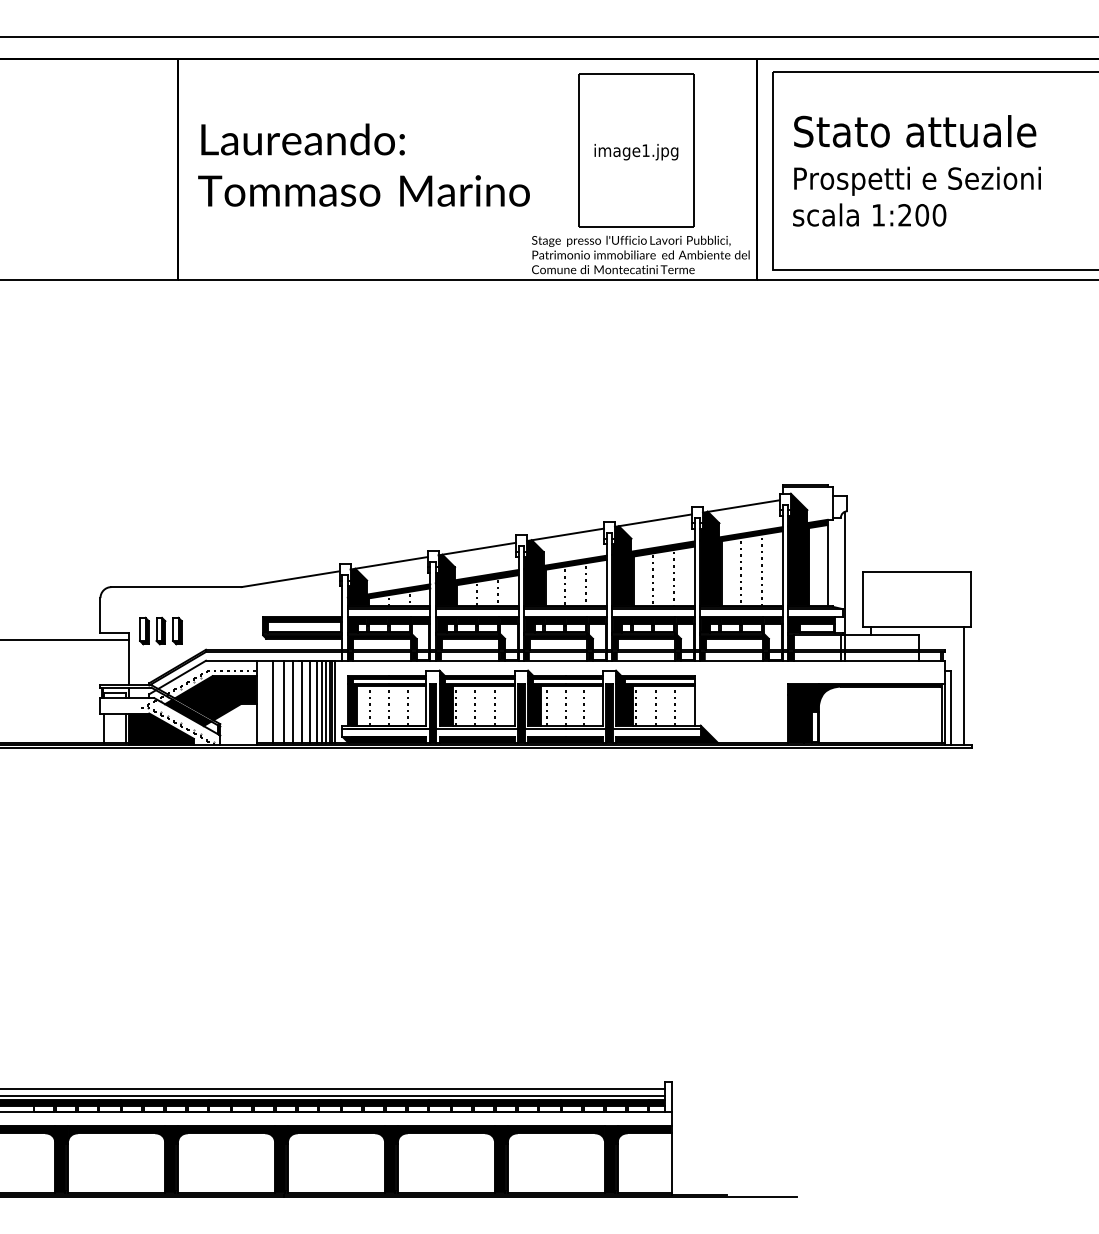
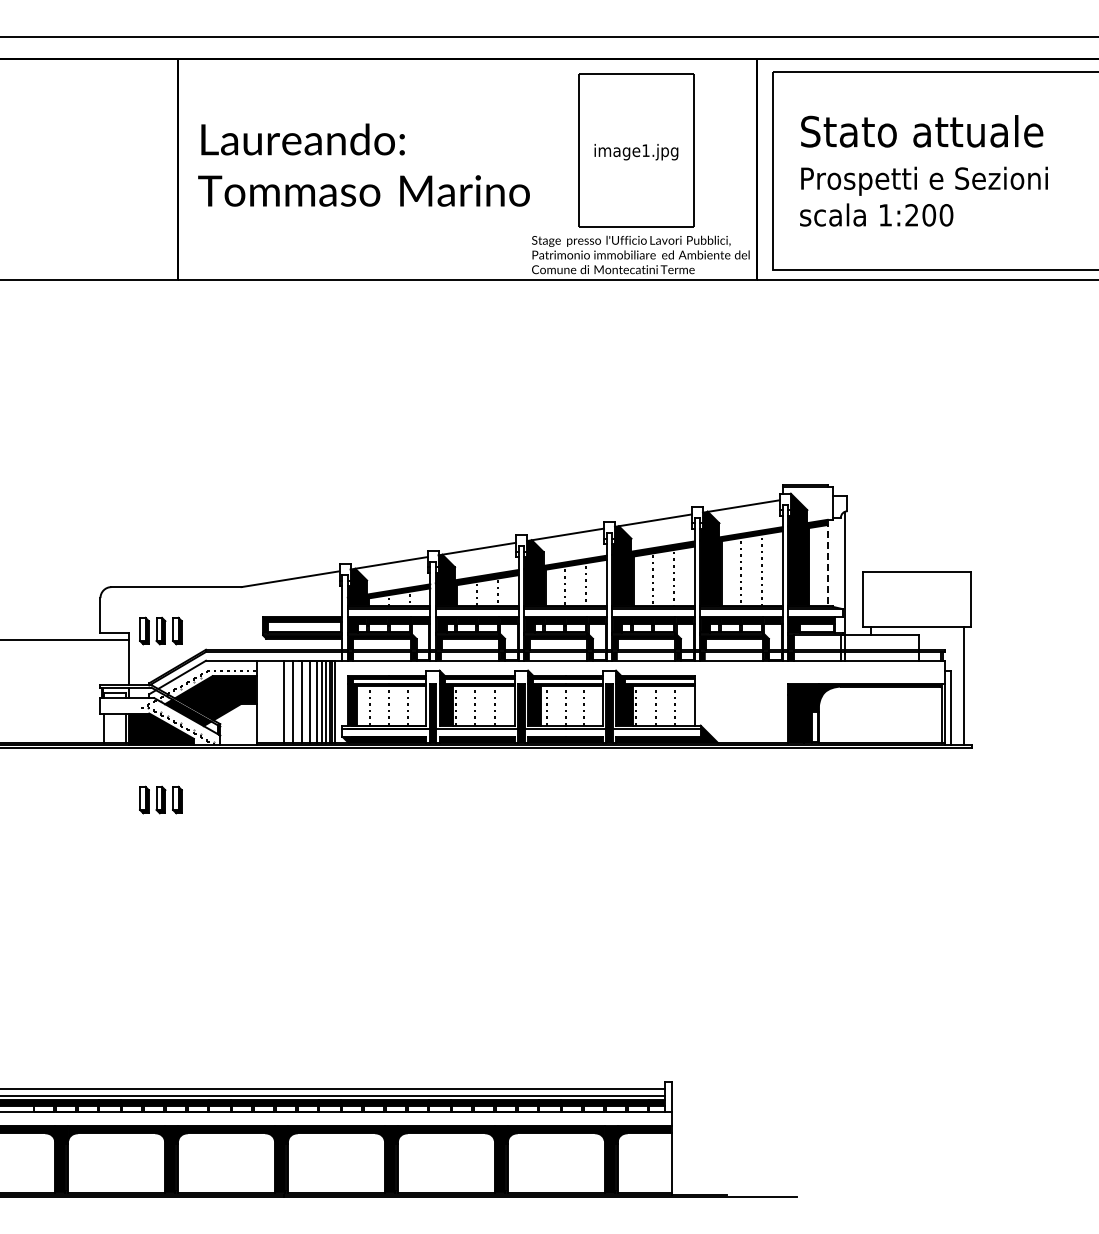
text at (916, 170) position: (916, 170) -> (923, 170)
line at (827, 562): solid -> dashed
line at (272, 701): present -> none
part at (160, 799): none -> present
